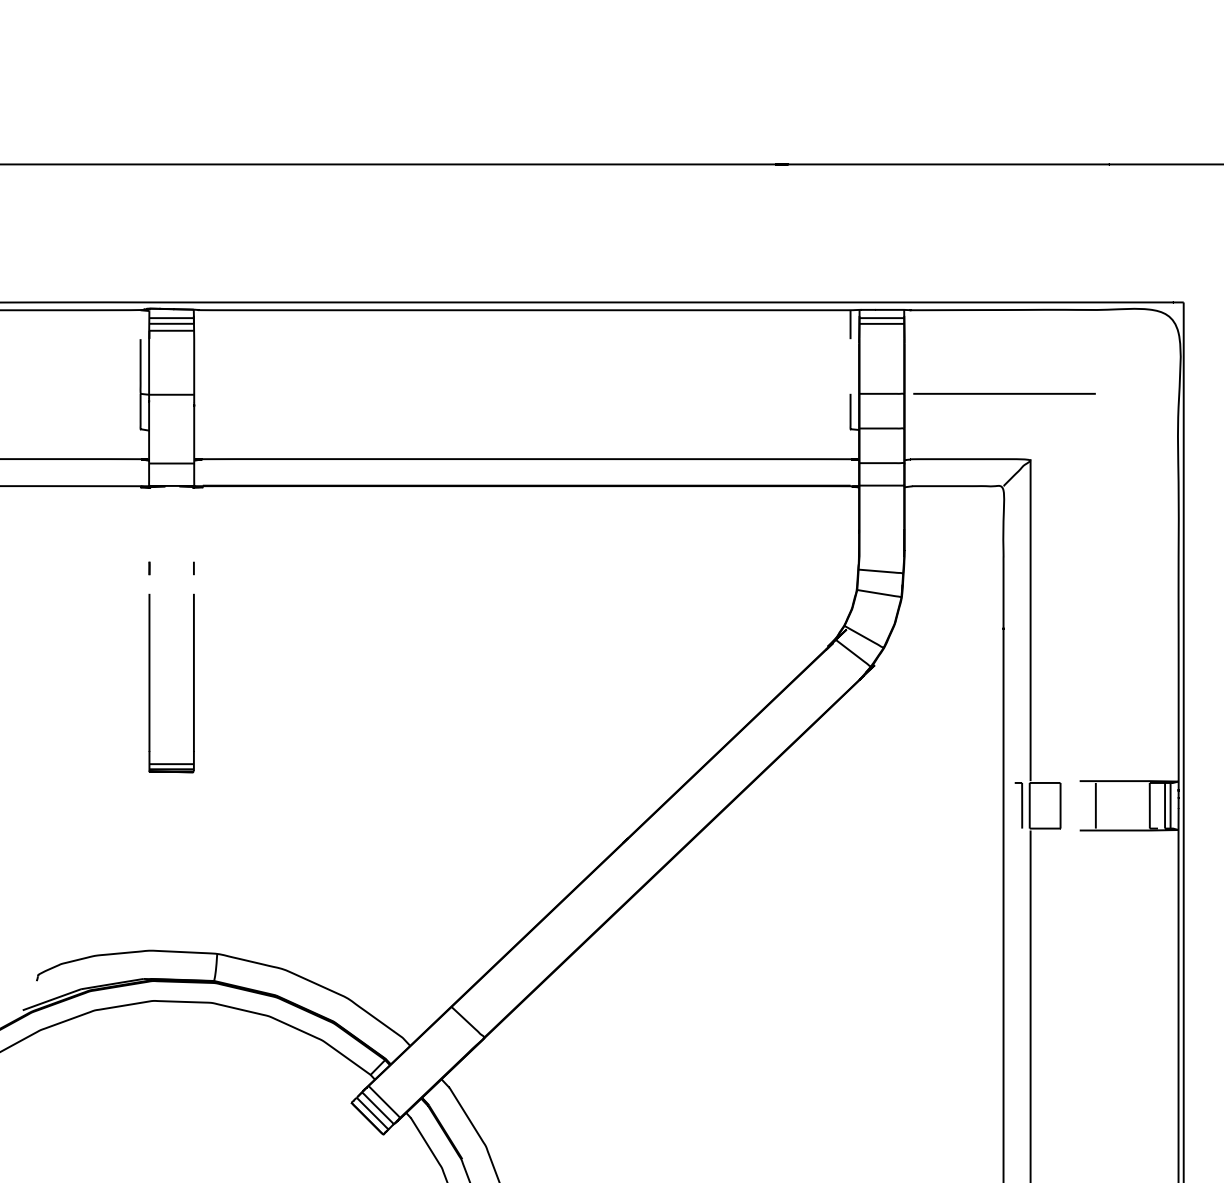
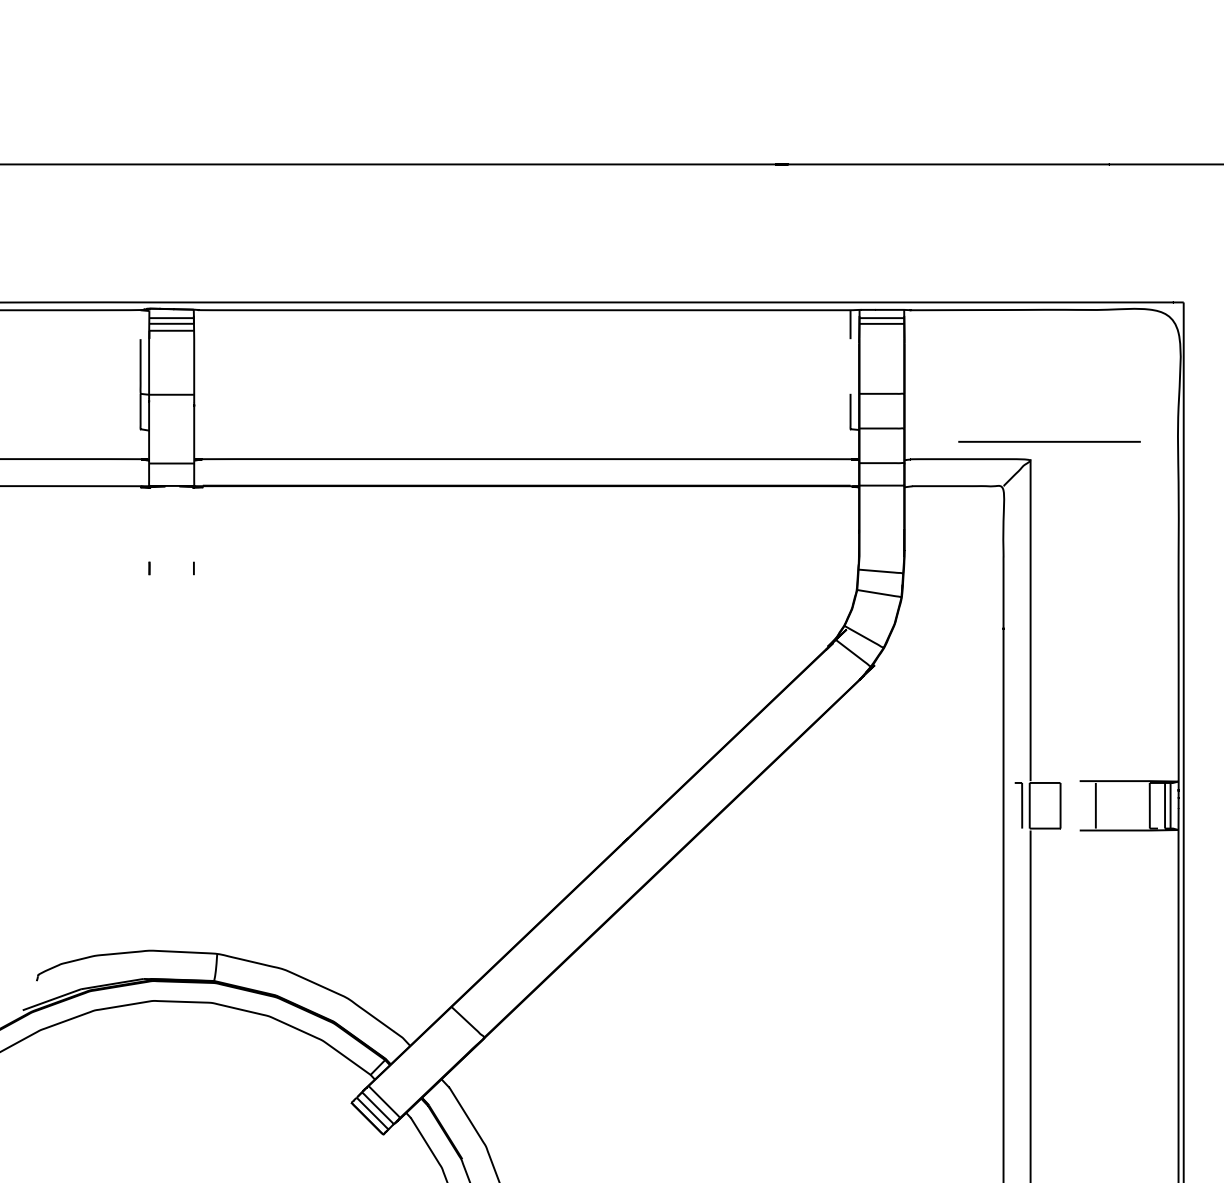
line at (1004, 393) position: (1004, 393) -> (1049, 441)
part at (150, 683): present -> none
